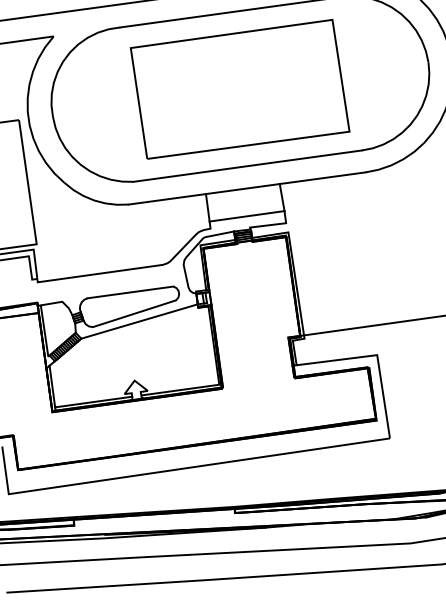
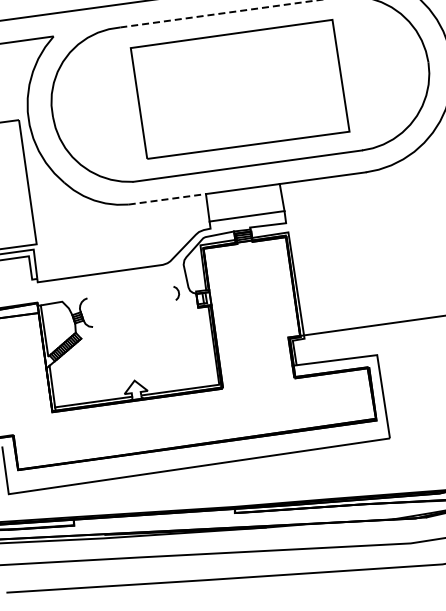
line at (220, 13): solid -> dashed
line at (167, 199): solid -> dashed
line at (130, 292): present -> none
line at (134, 313): present -> none
line at (139, 321): present -> none
